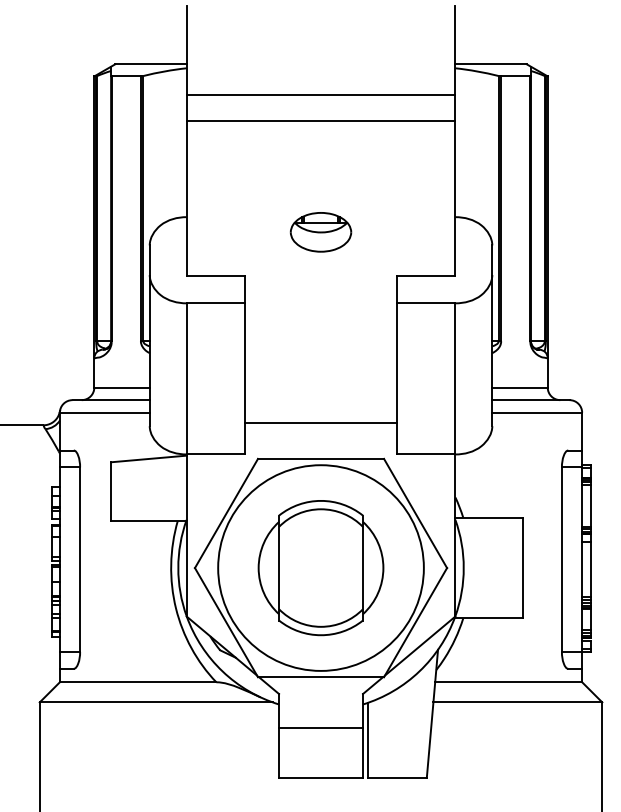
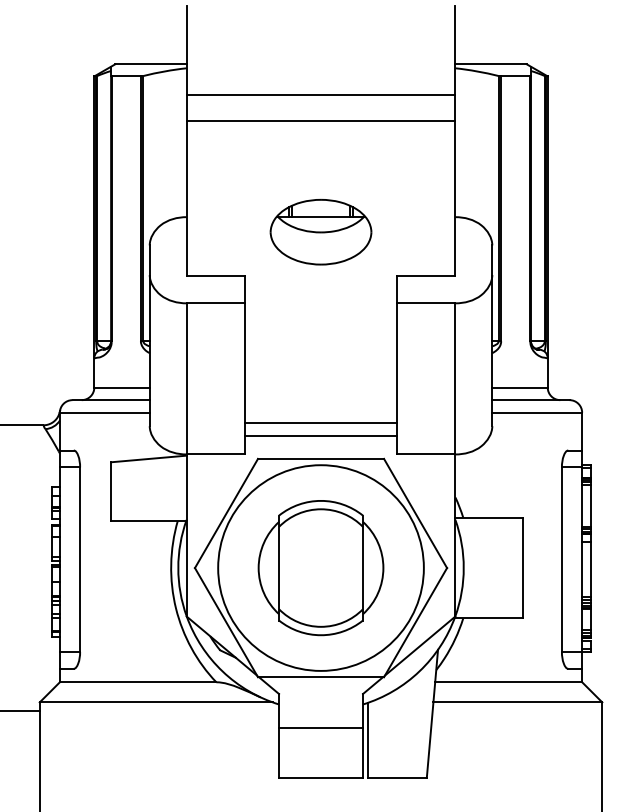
part at (320, 232) size: 64x41 px -> 104x67 px
line at (320, 435): none -> present
line at (20, 710): none -> present
